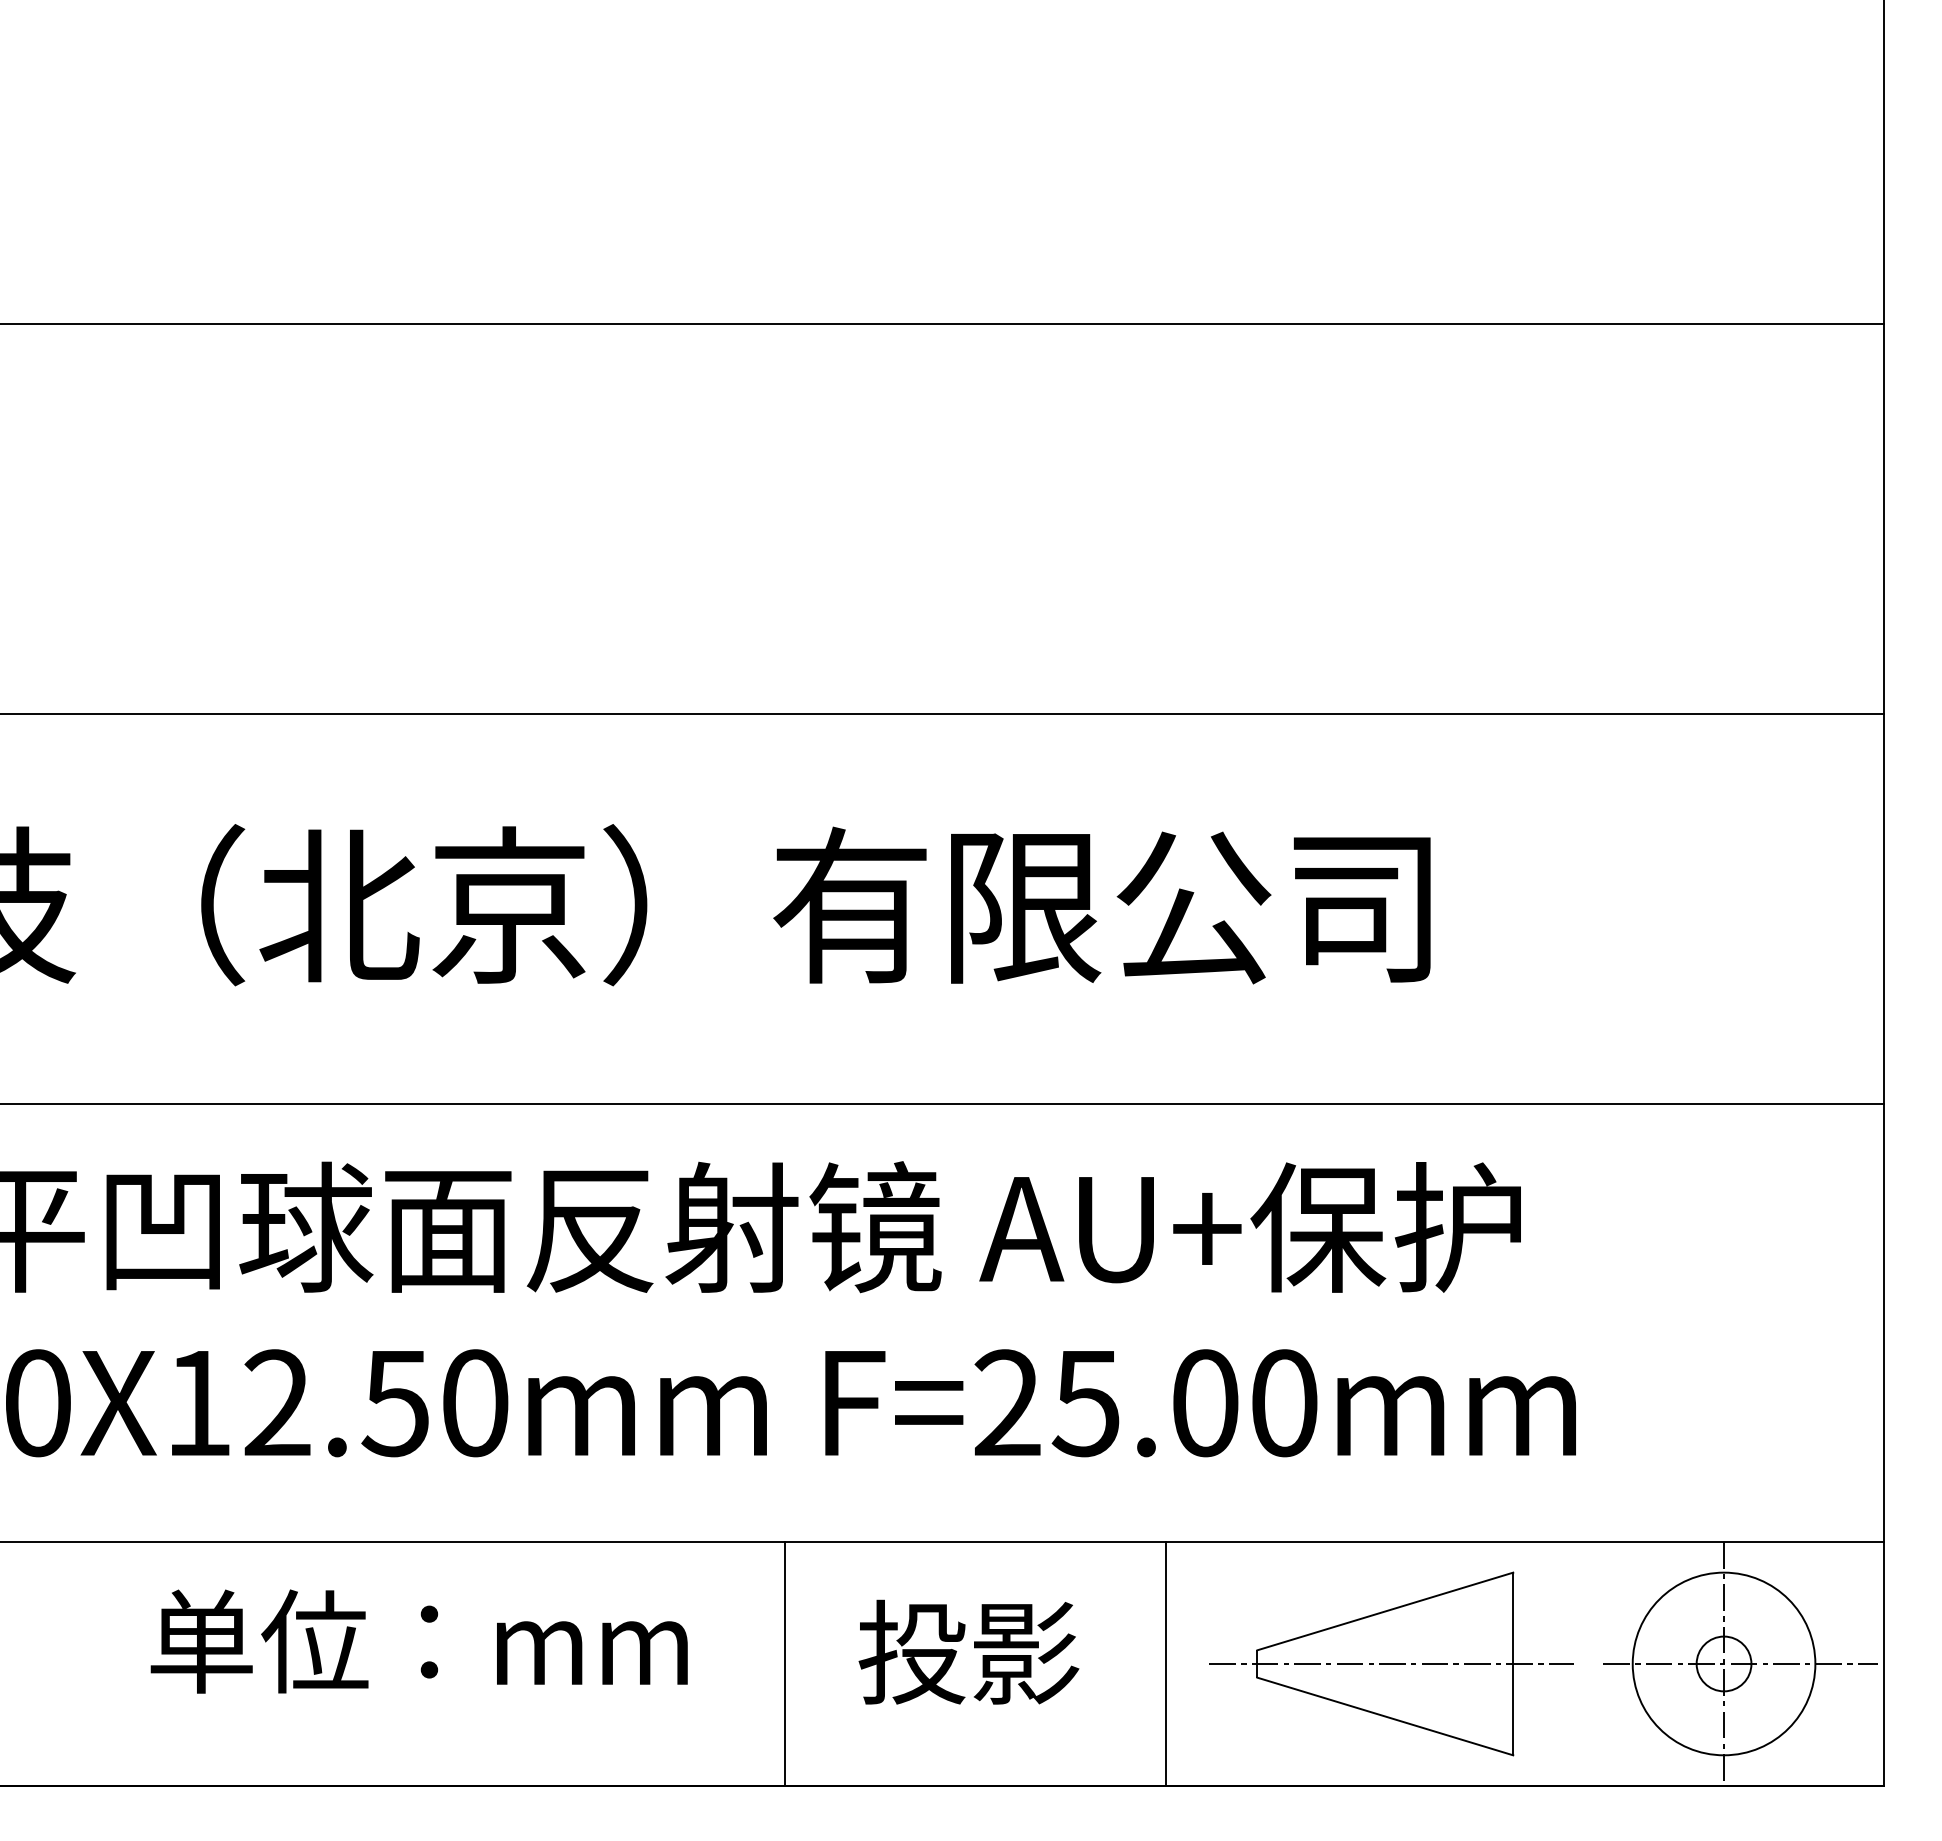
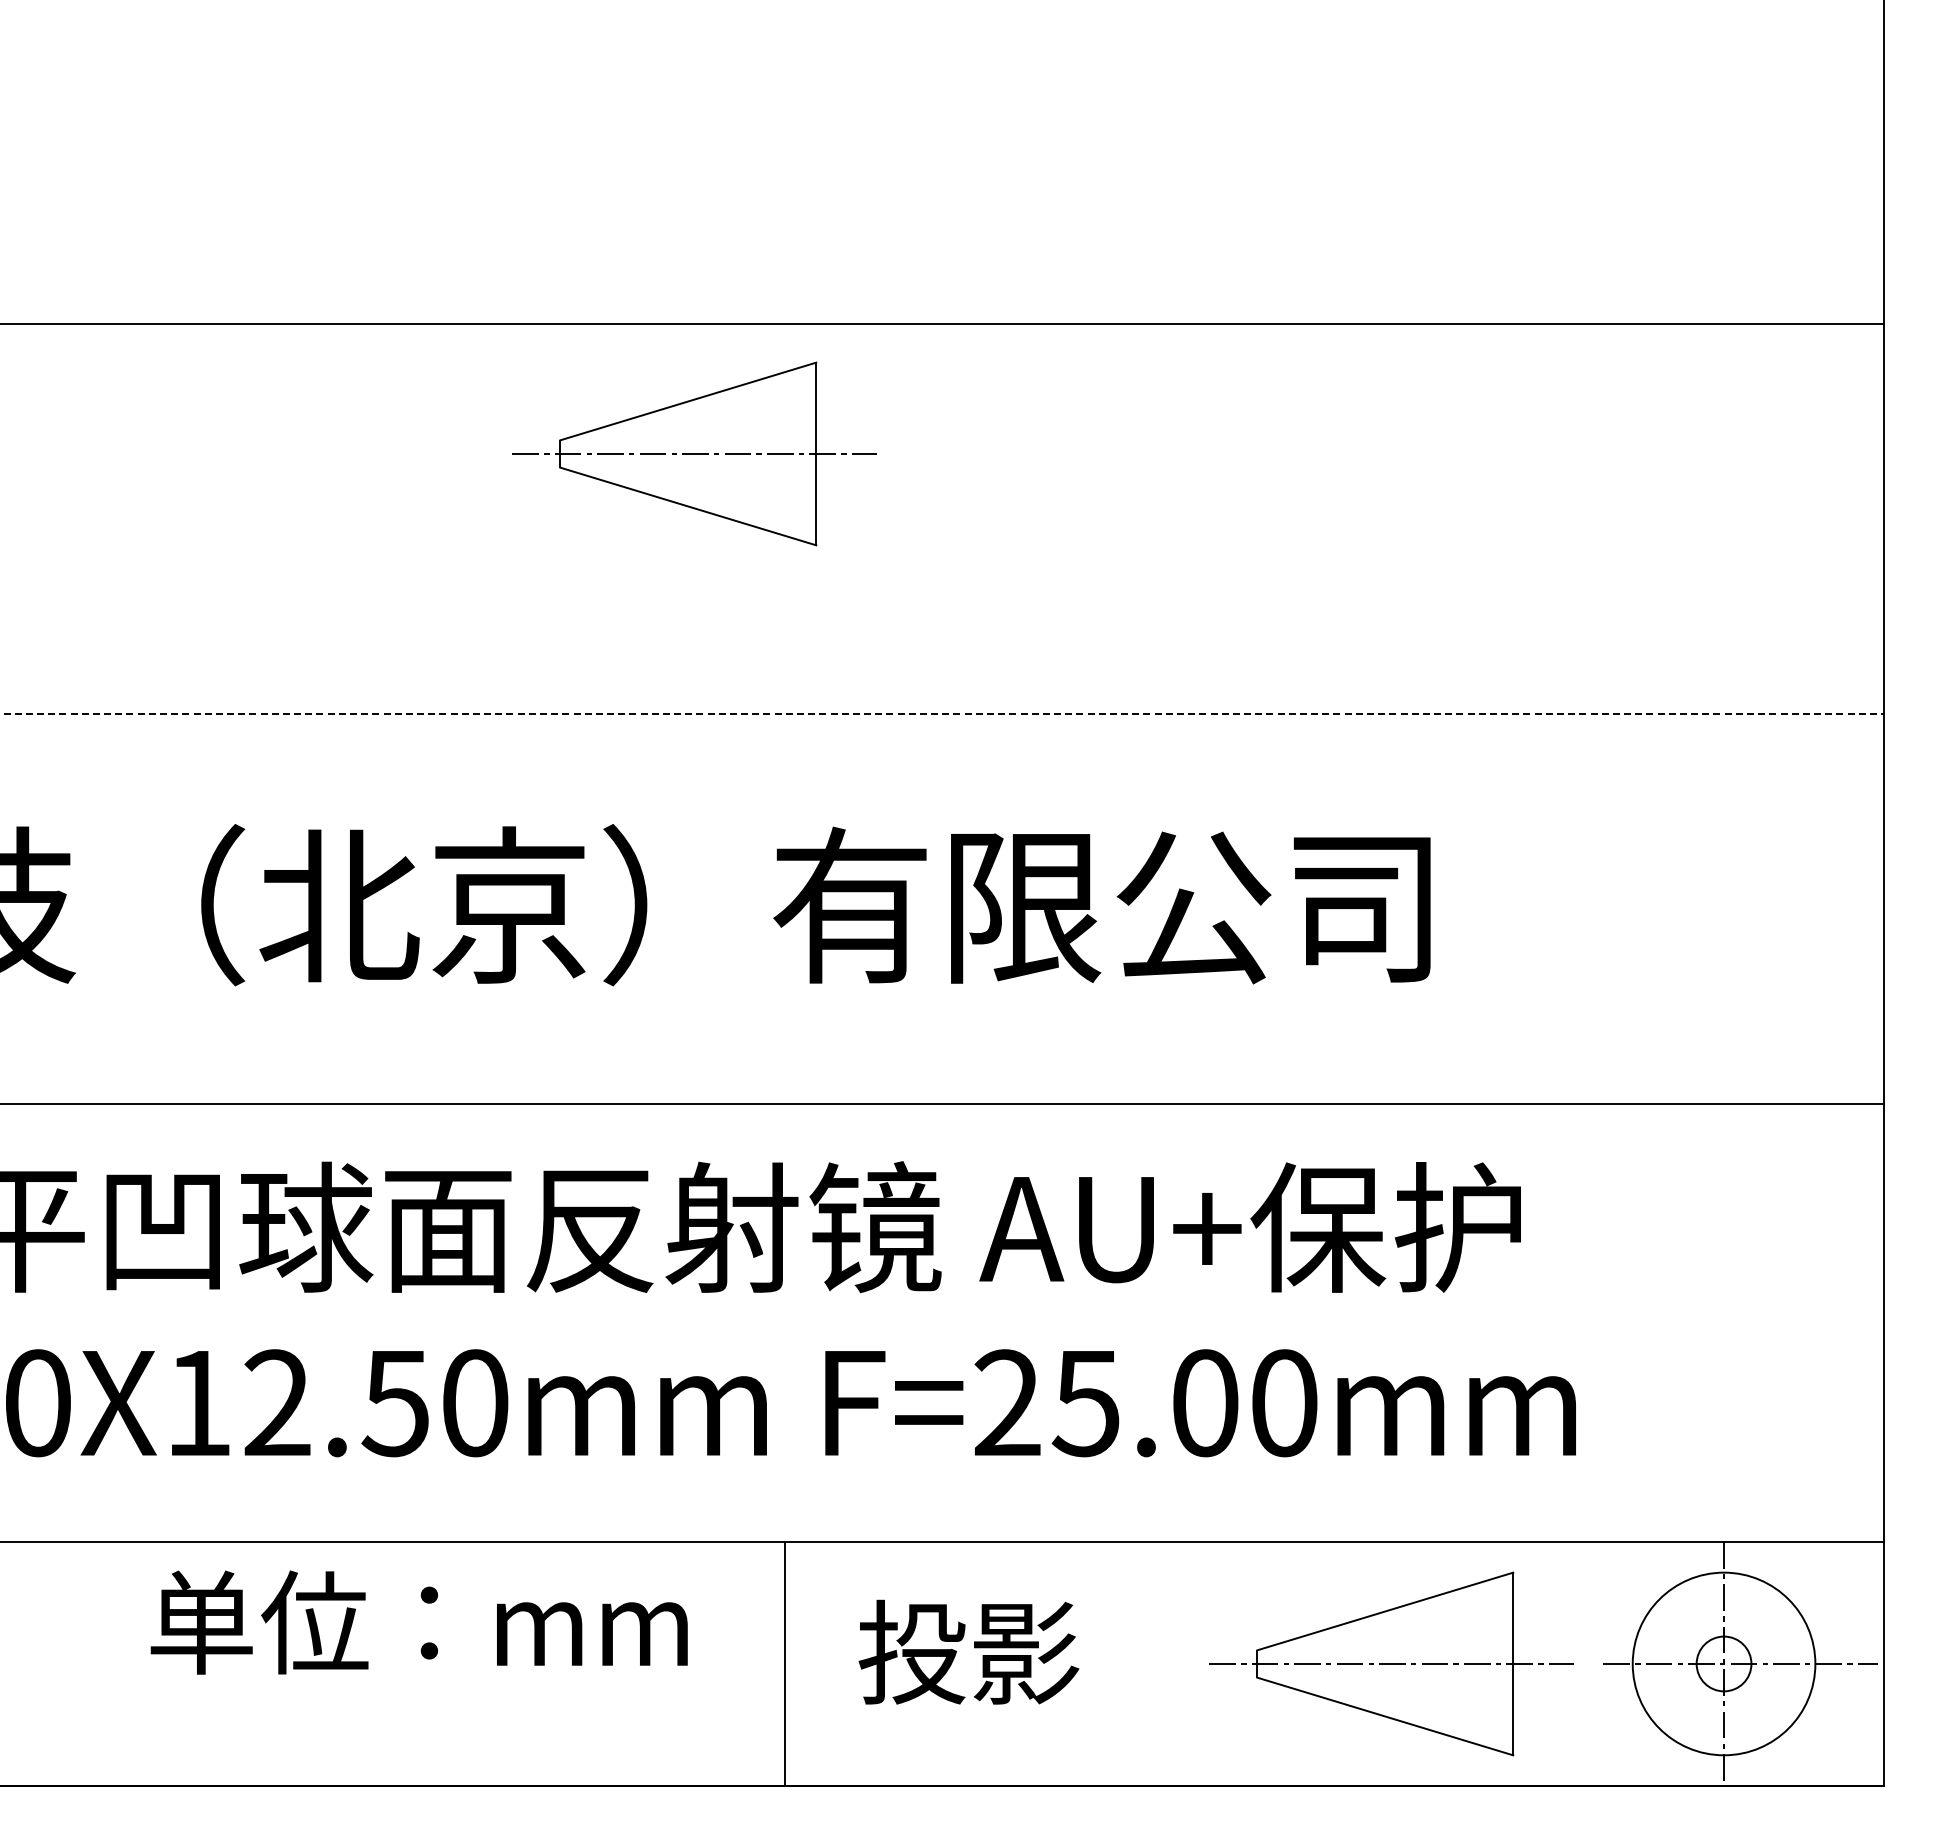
part at (694, 453): none -> present
line at (942, 714): solid -> dashed
text at (418, 1641) position: (418, 1641) -> (418, 1622)
line at (1166, 1663): present -> none
